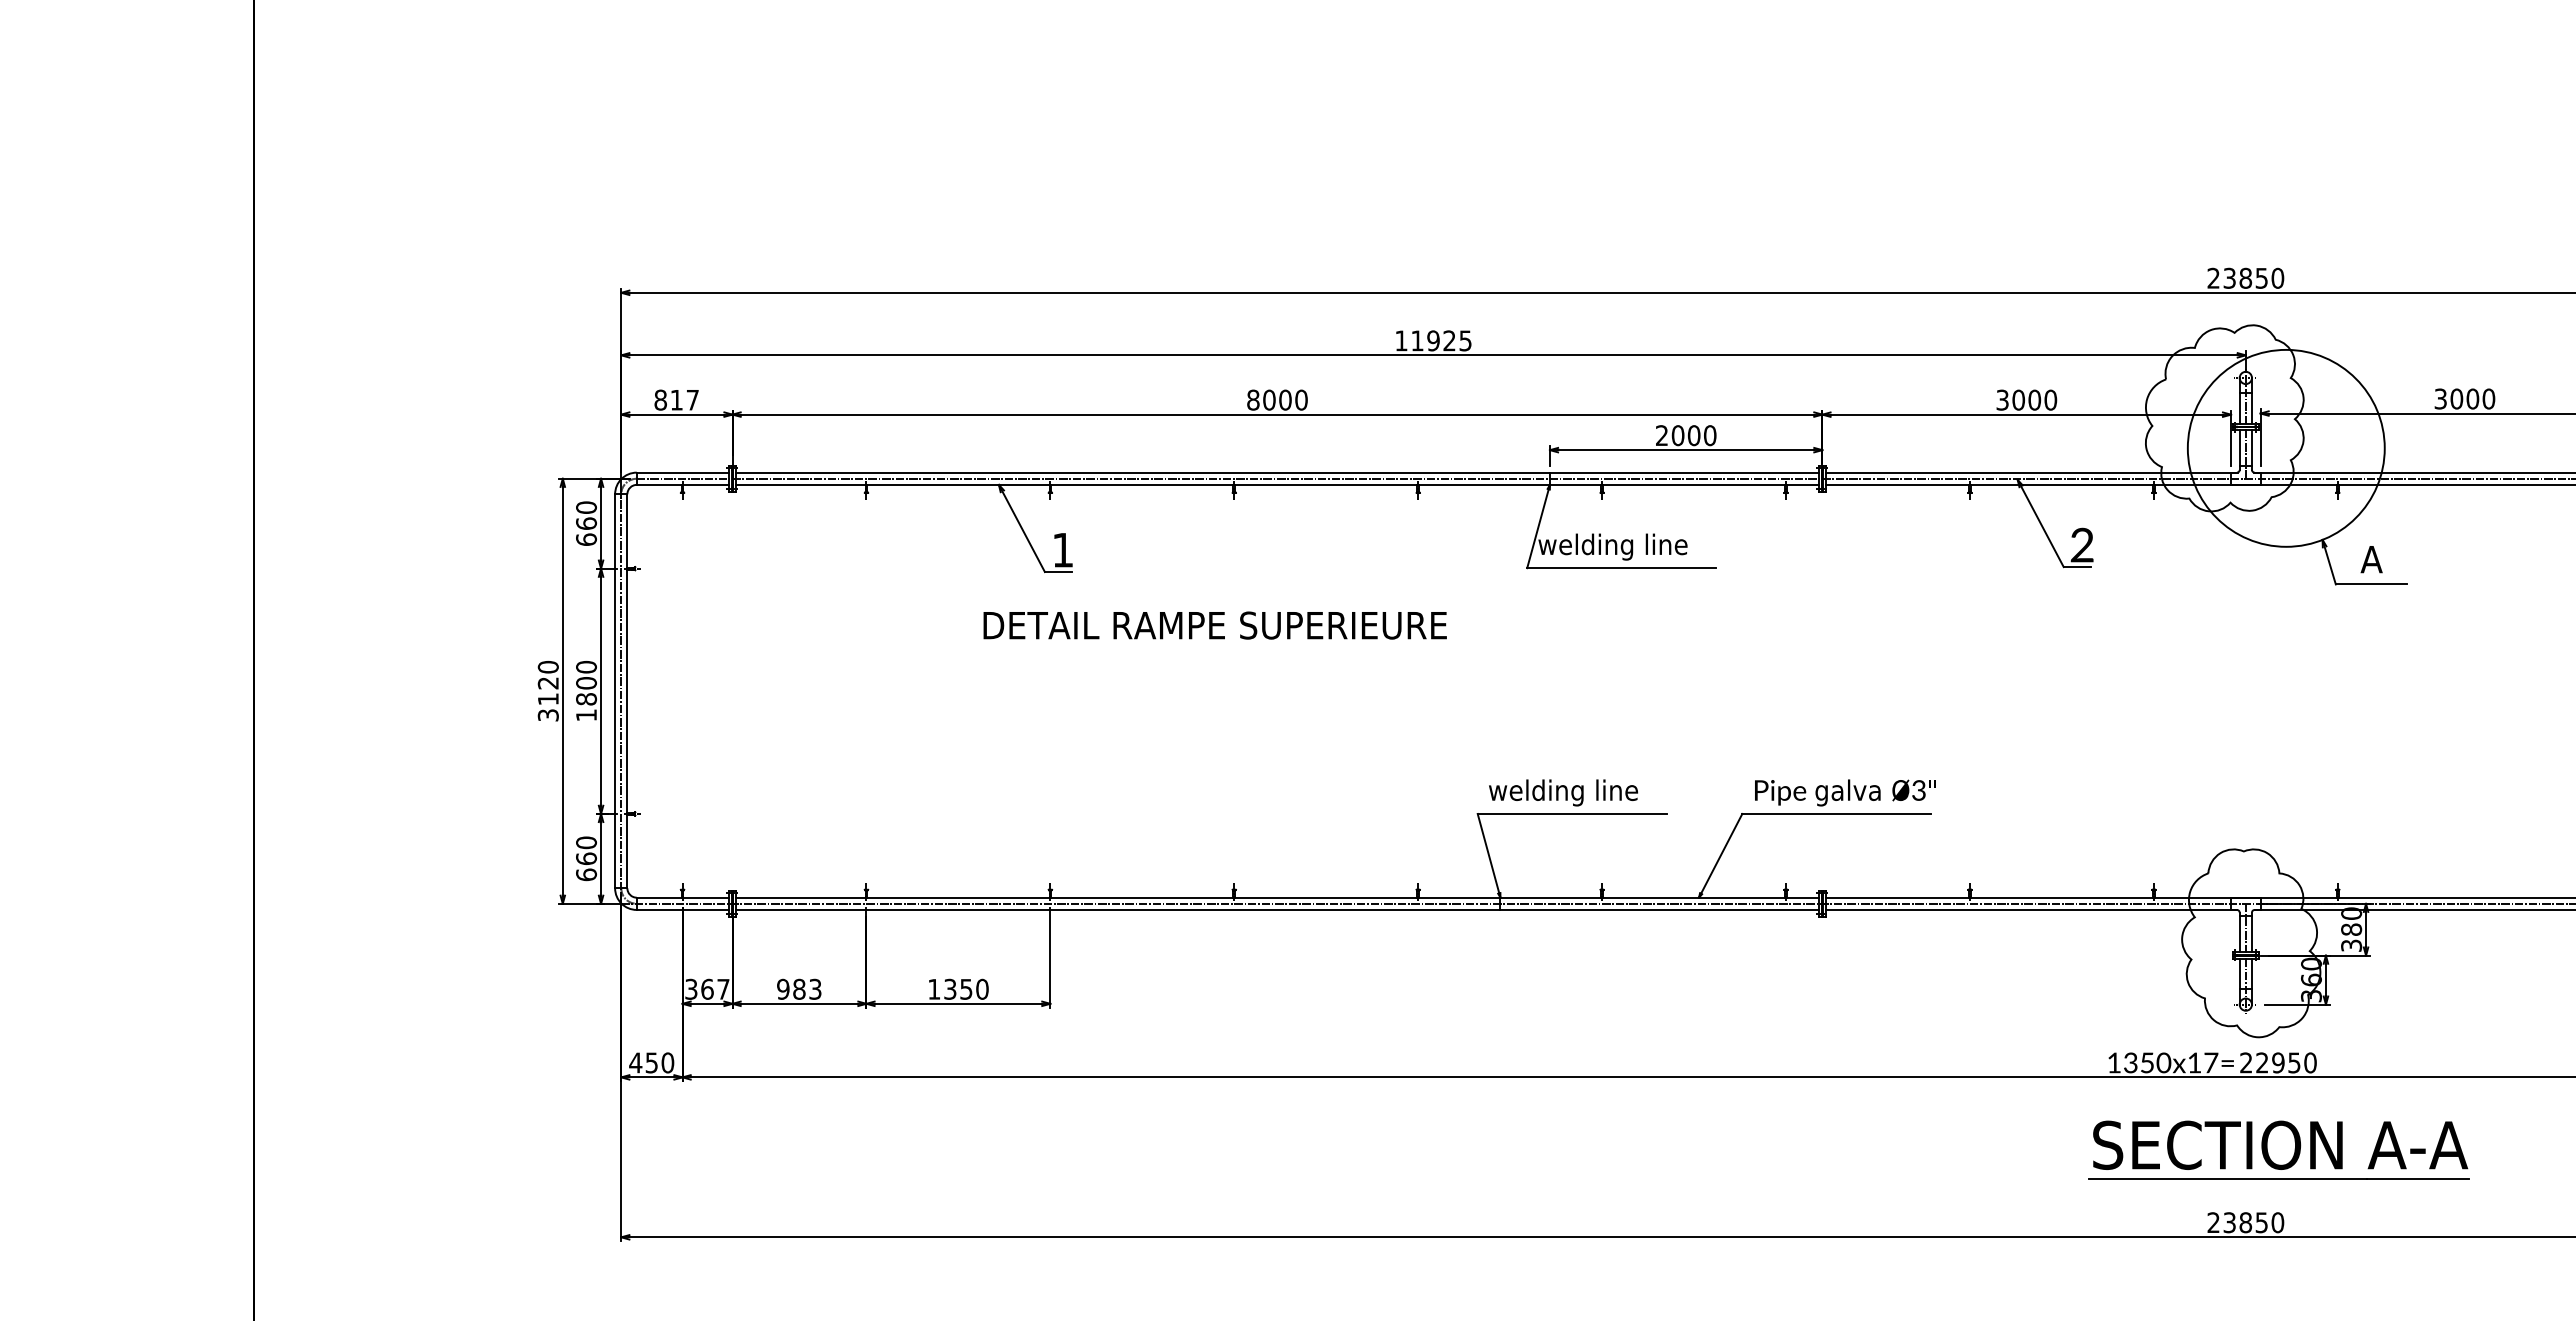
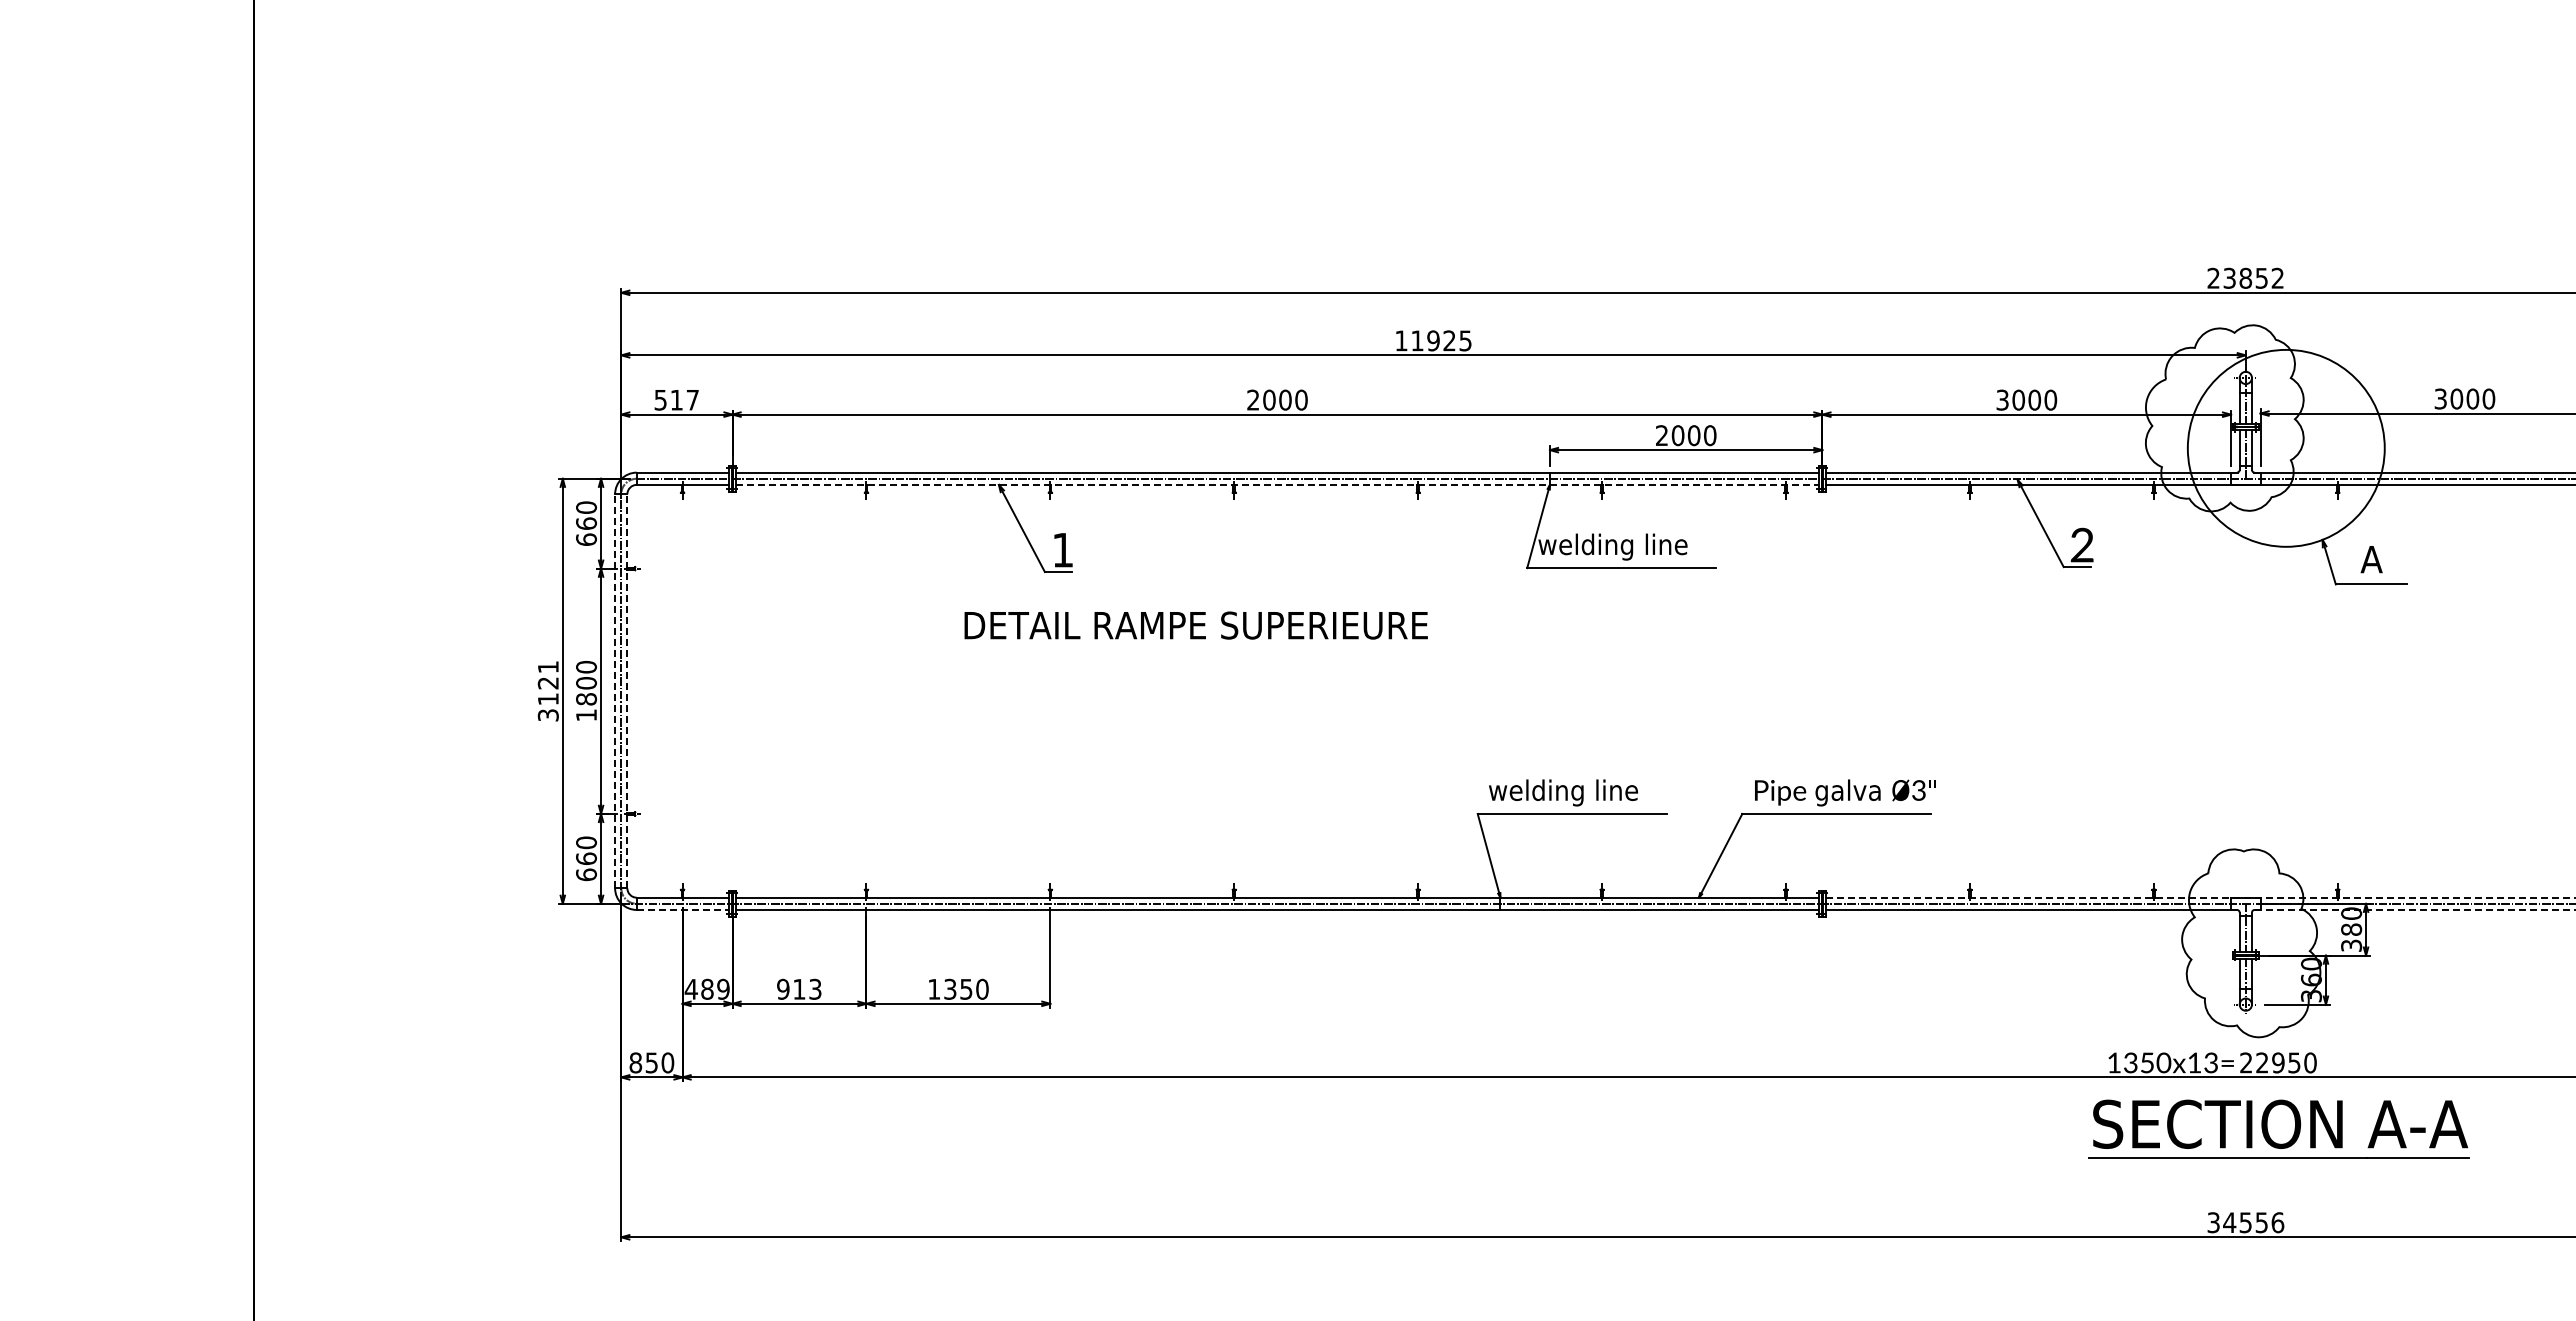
text at (2277, 277): 23850 -> 23852
text at (660, 399): 817 -> 517
text at (1253, 399): 8000 -> 2000
line at (1277, 484): solid -> dashed
text at (1214, 625) position: (1214, 625) -> (1195, 625)
text at (547, 666): 3120 -> 3121
line at (615, 691): solid -> dashed
line at (627, 691): solid -> dashed
line at (2200, 897): solid -> dashed
line at (683, 909): solid -> dashed
line at (2415, 909): solid -> dashed
text at (706, 988): 367 -> 489
text at (799, 988): 983 -> 913
text at (635, 1062): 450 -> 850
text at (2211, 1062): 1350x17= -> 1350x13=
part at (2278, 1149) position: (2278, 1149) -> (2278, 1128)
text at (2245, 1222): 23850 -> 34556
